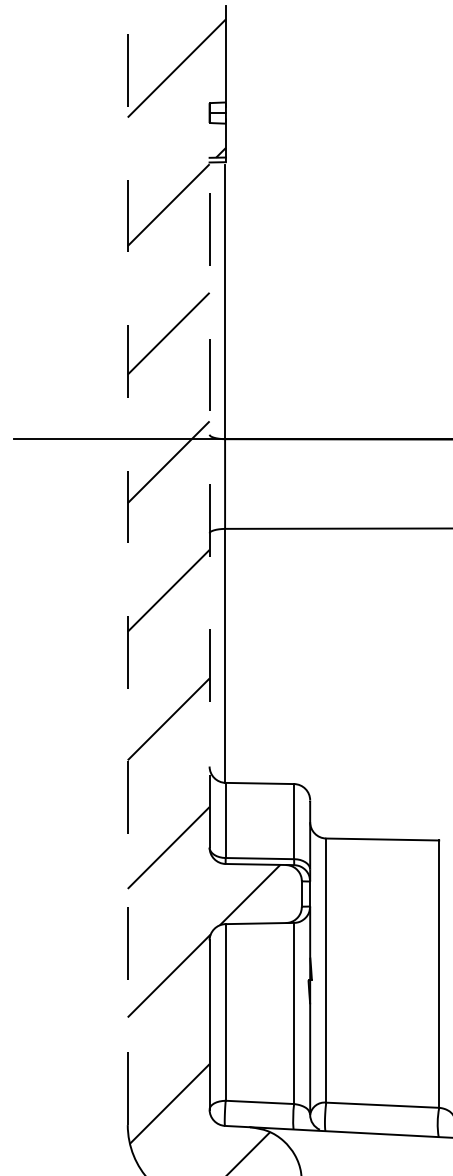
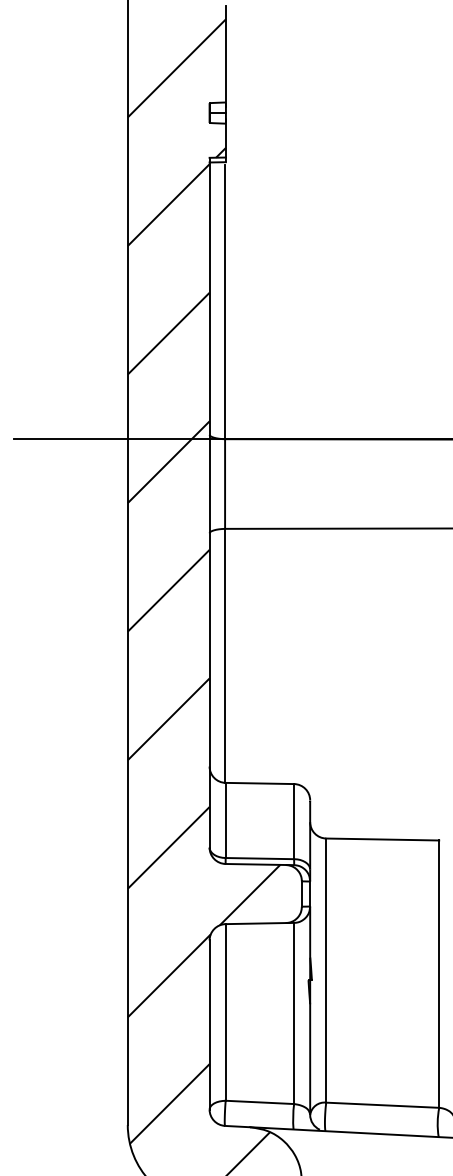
line at (209, 502): dashed -> solid
line at (127, 562): dashed -> solid
